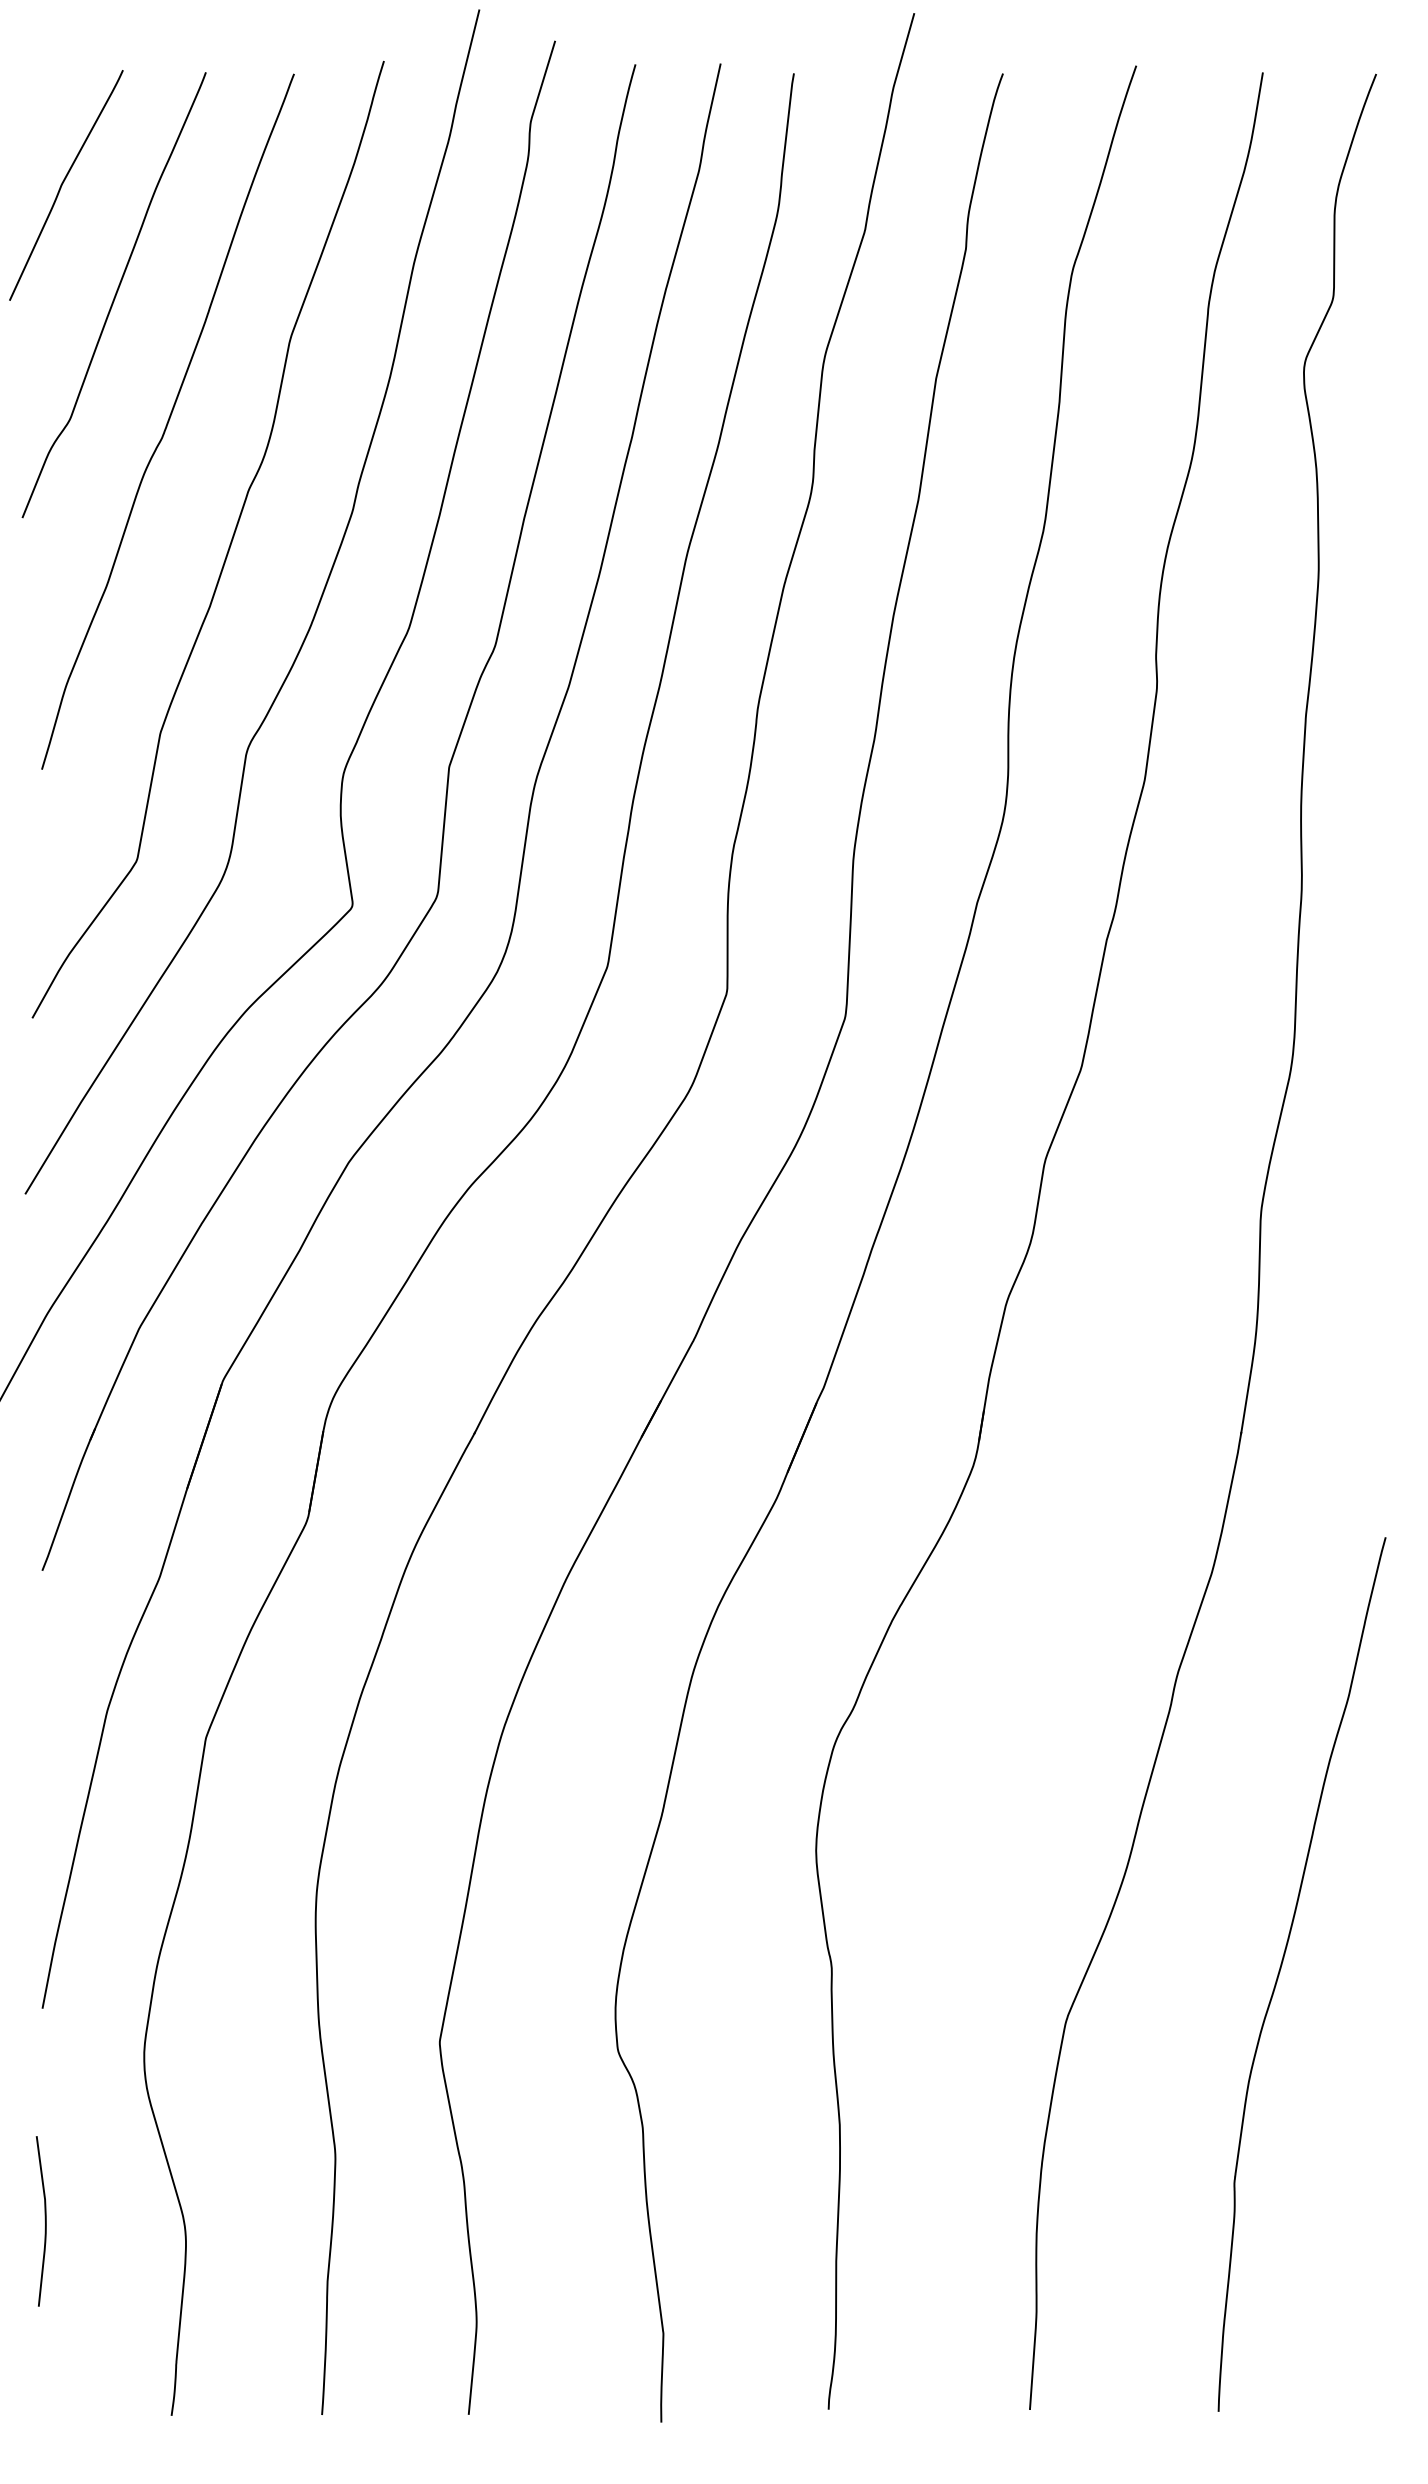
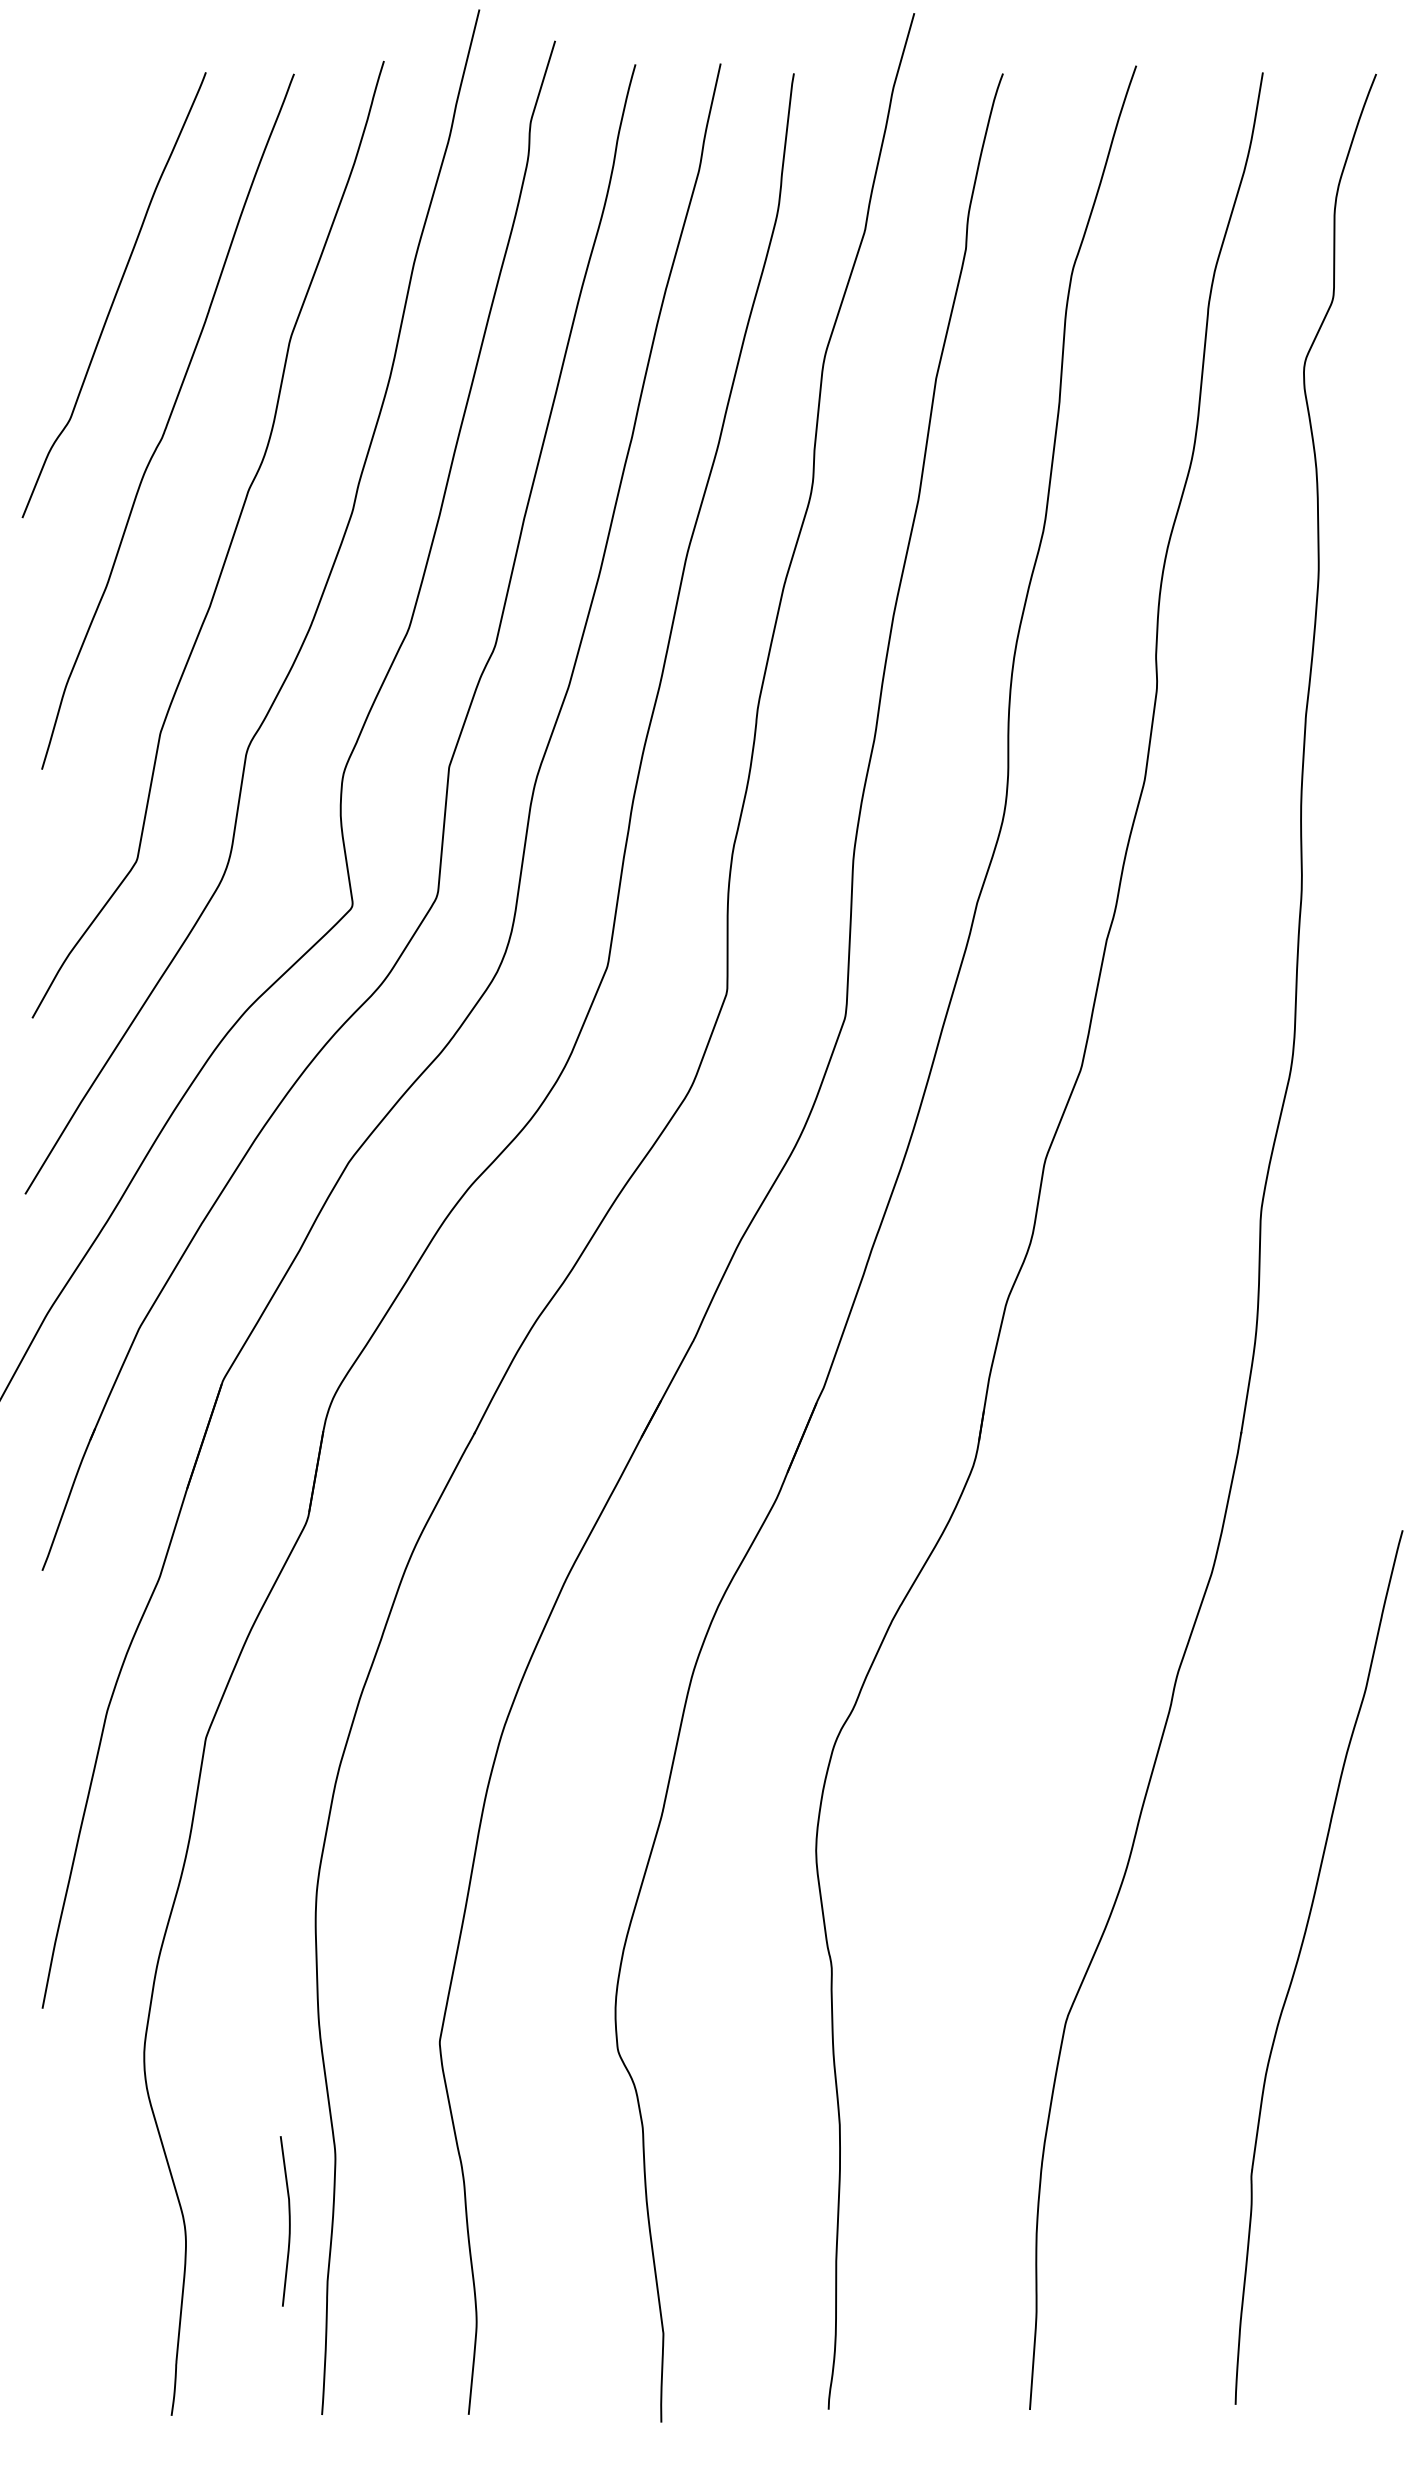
curve at (63, 183): present -> none
curve at (1281, 1968) position: (1281, 1968) -> (1298, 1961)
curve at (44, 2221) position: (44, 2221) -> (288, 2221)
